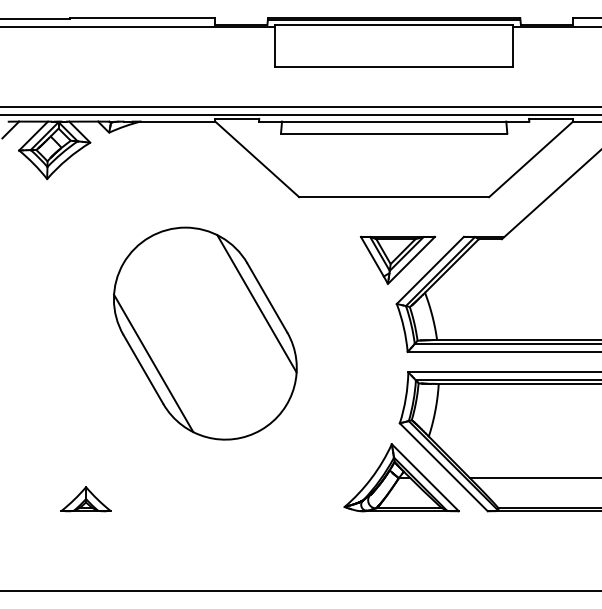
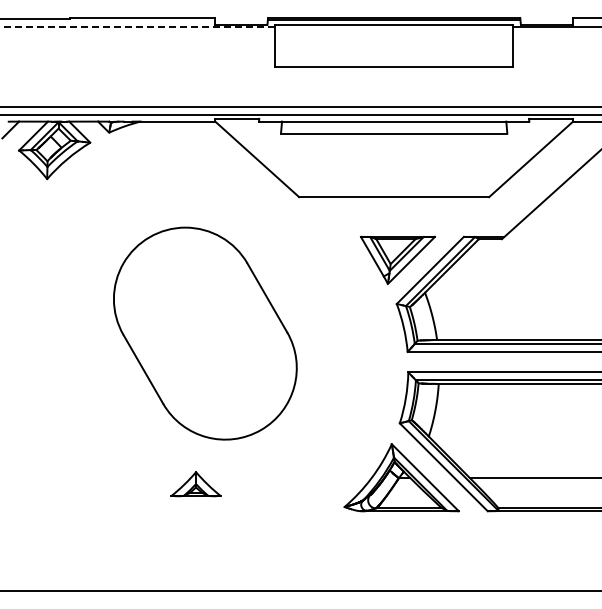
line at (137, 26): solid -> dashed
line at (256, 303): present -> none
line at (153, 363): present -> none
part at (85, 499) position: (85, 499) -> (195, 484)
